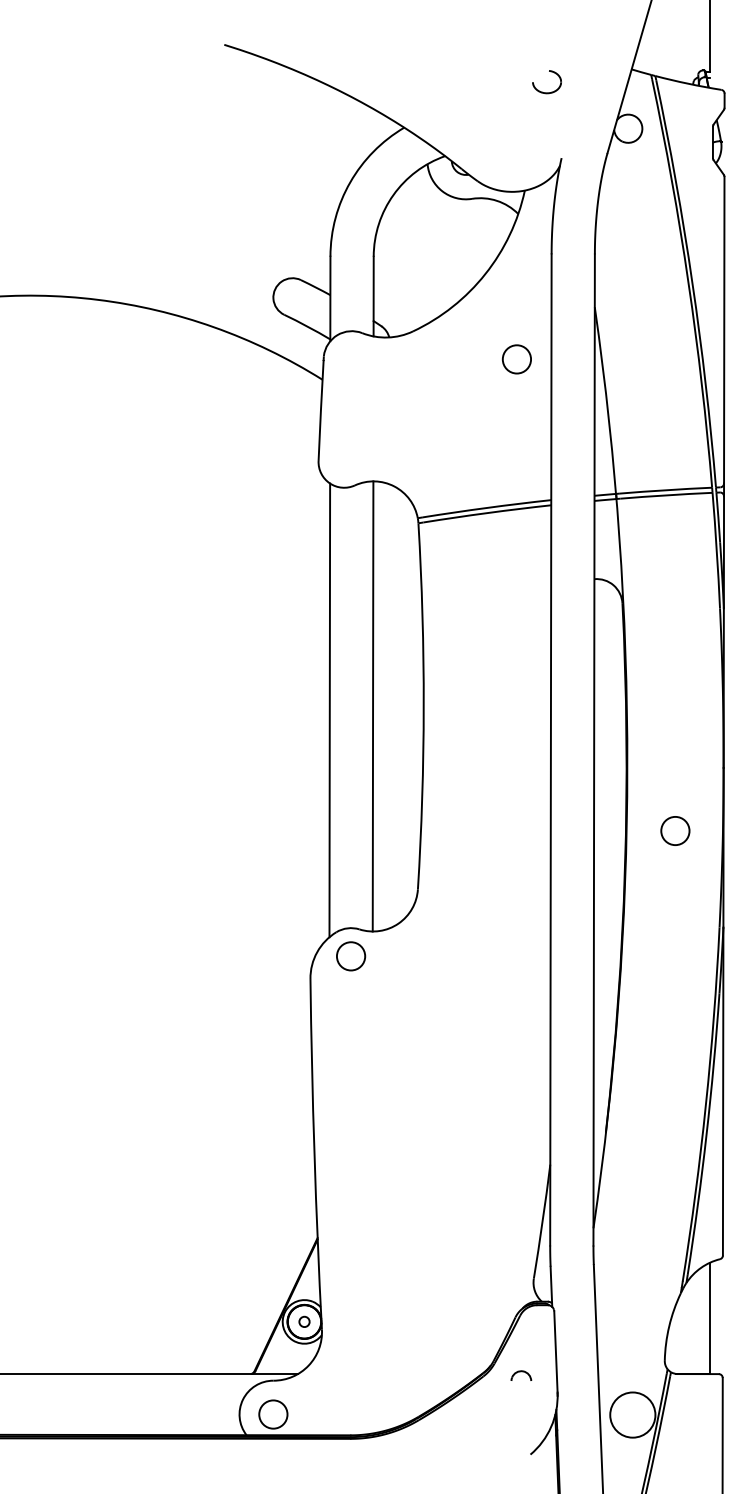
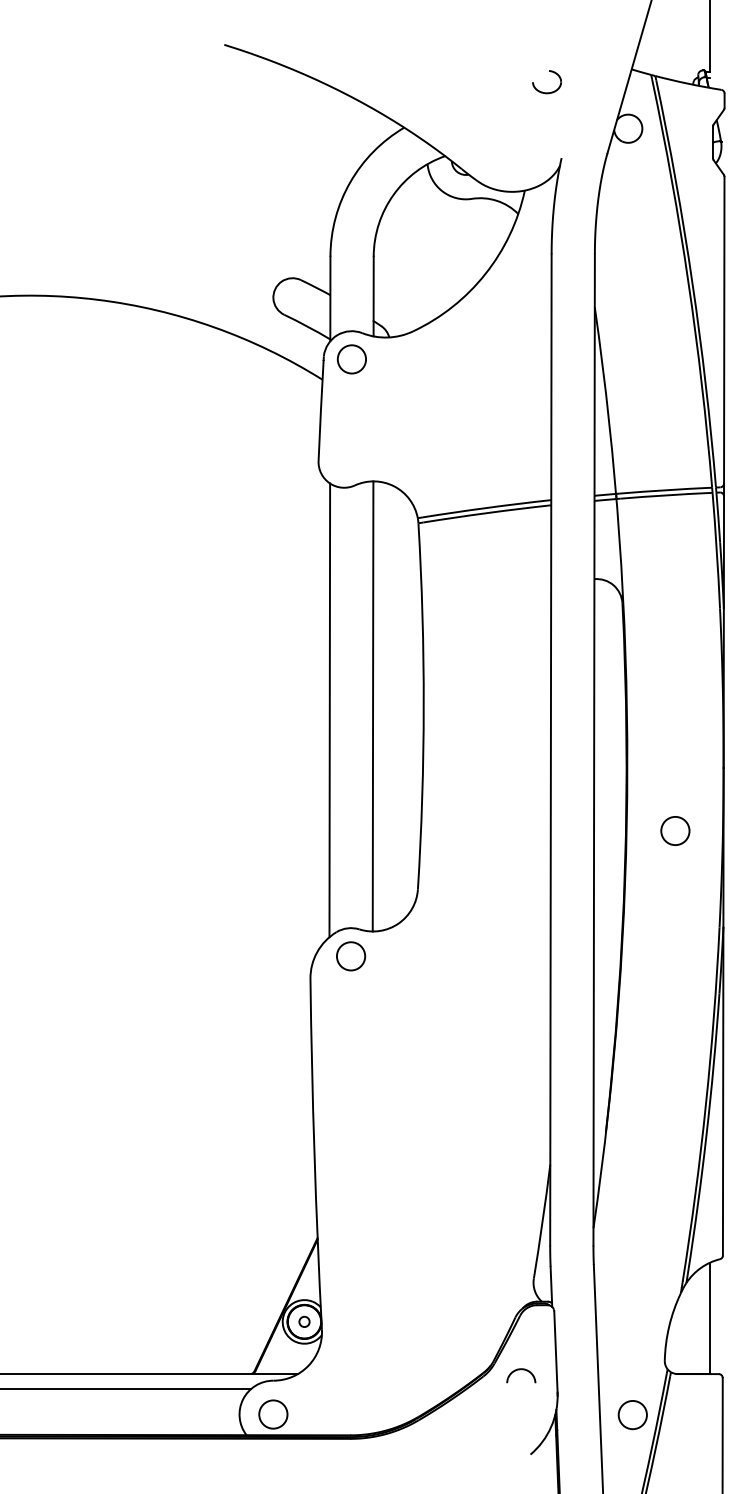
circle at (516, 359) position: (516, 359) -> (351, 359)
part at (521, 1375) size: 23x11 px -> 31x16 px
line at (126, 1389): none -> present
circle at (632, 1414) diameter: 45 px -> 28 px
